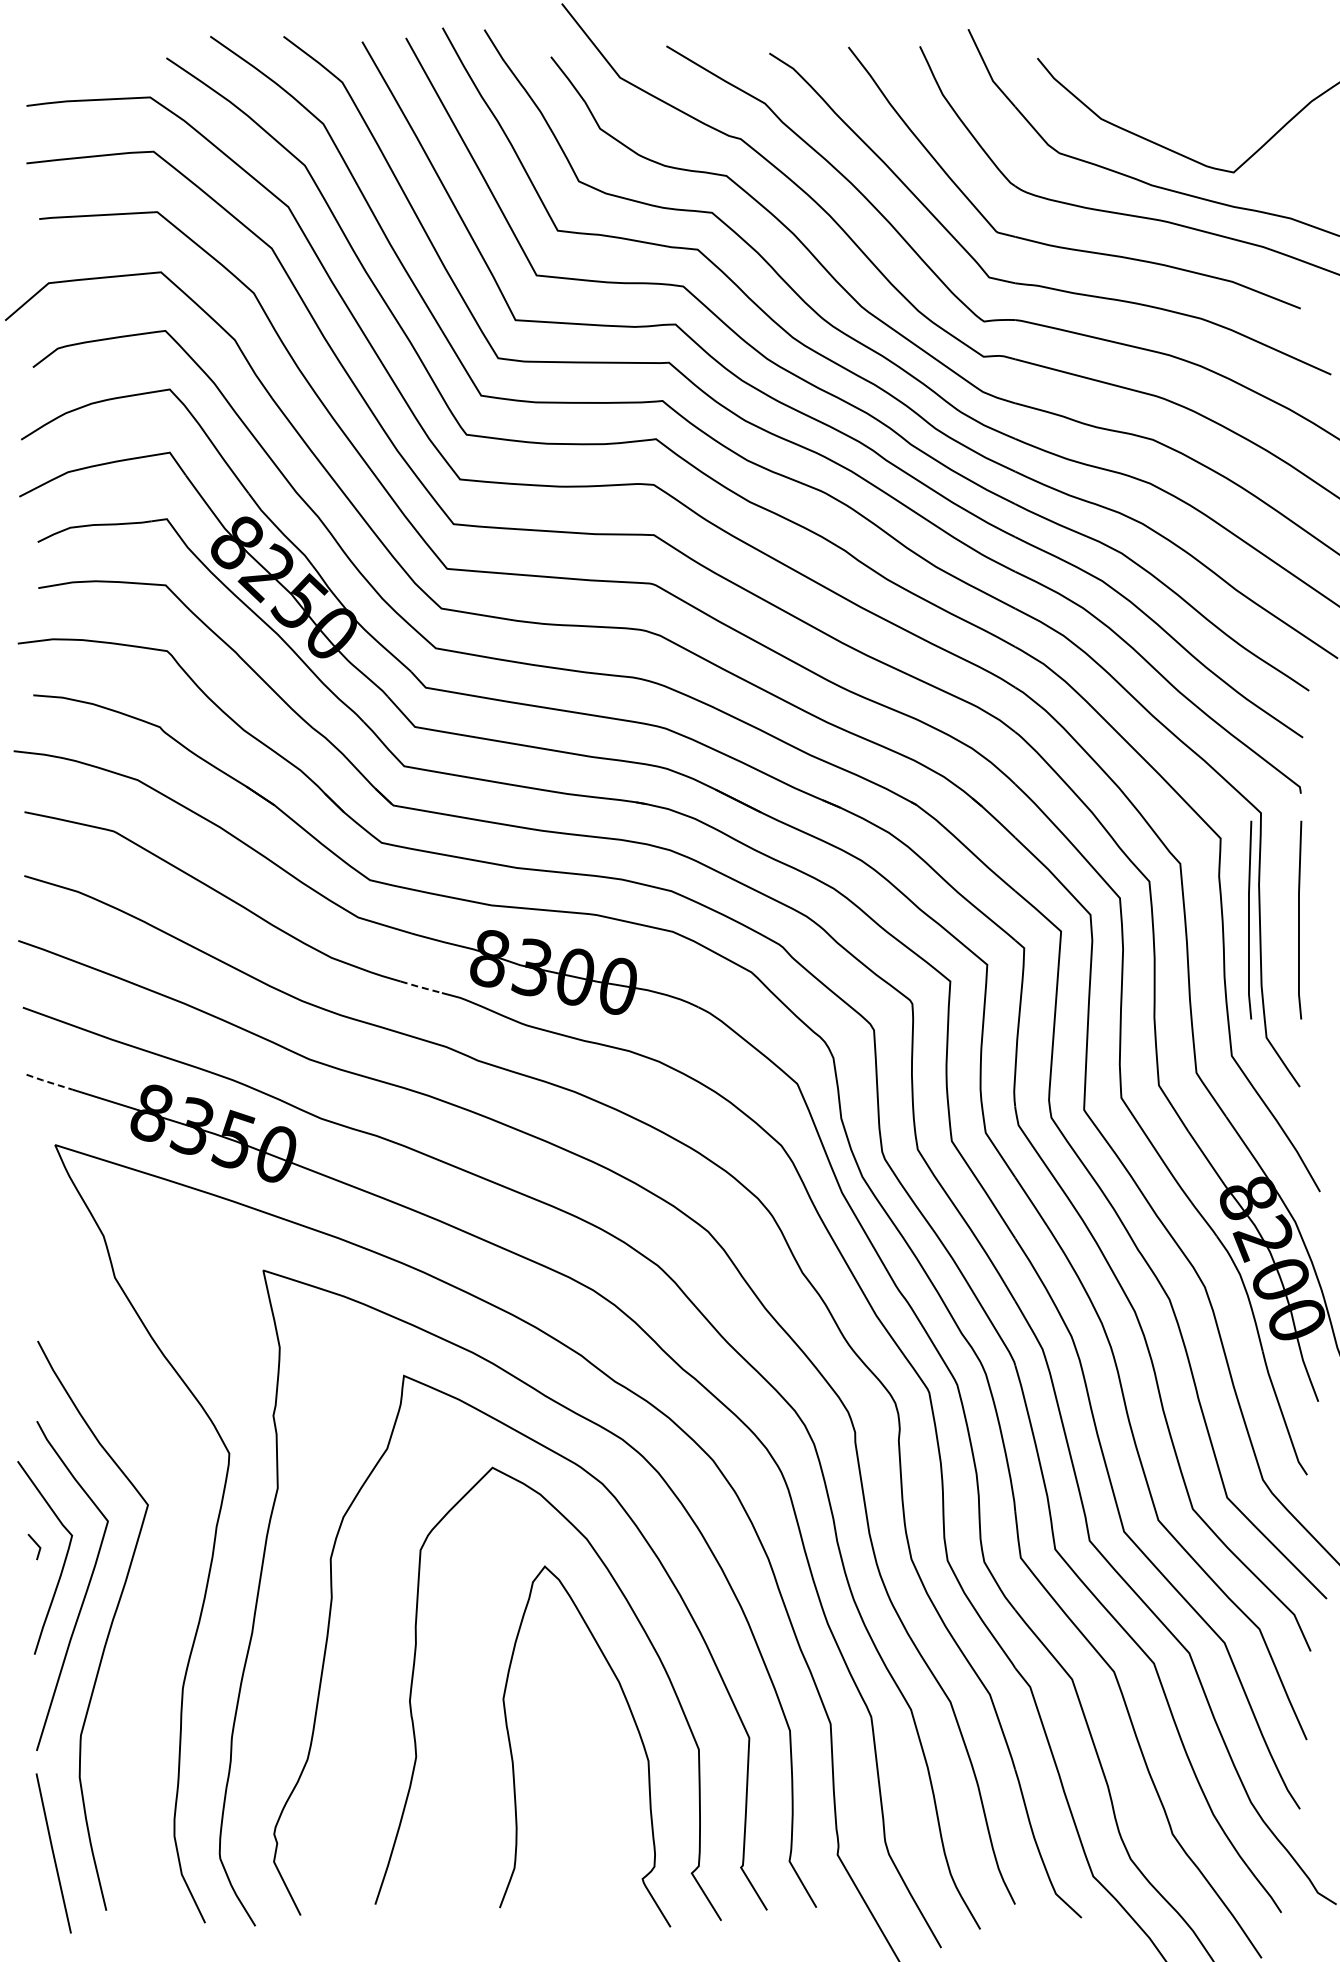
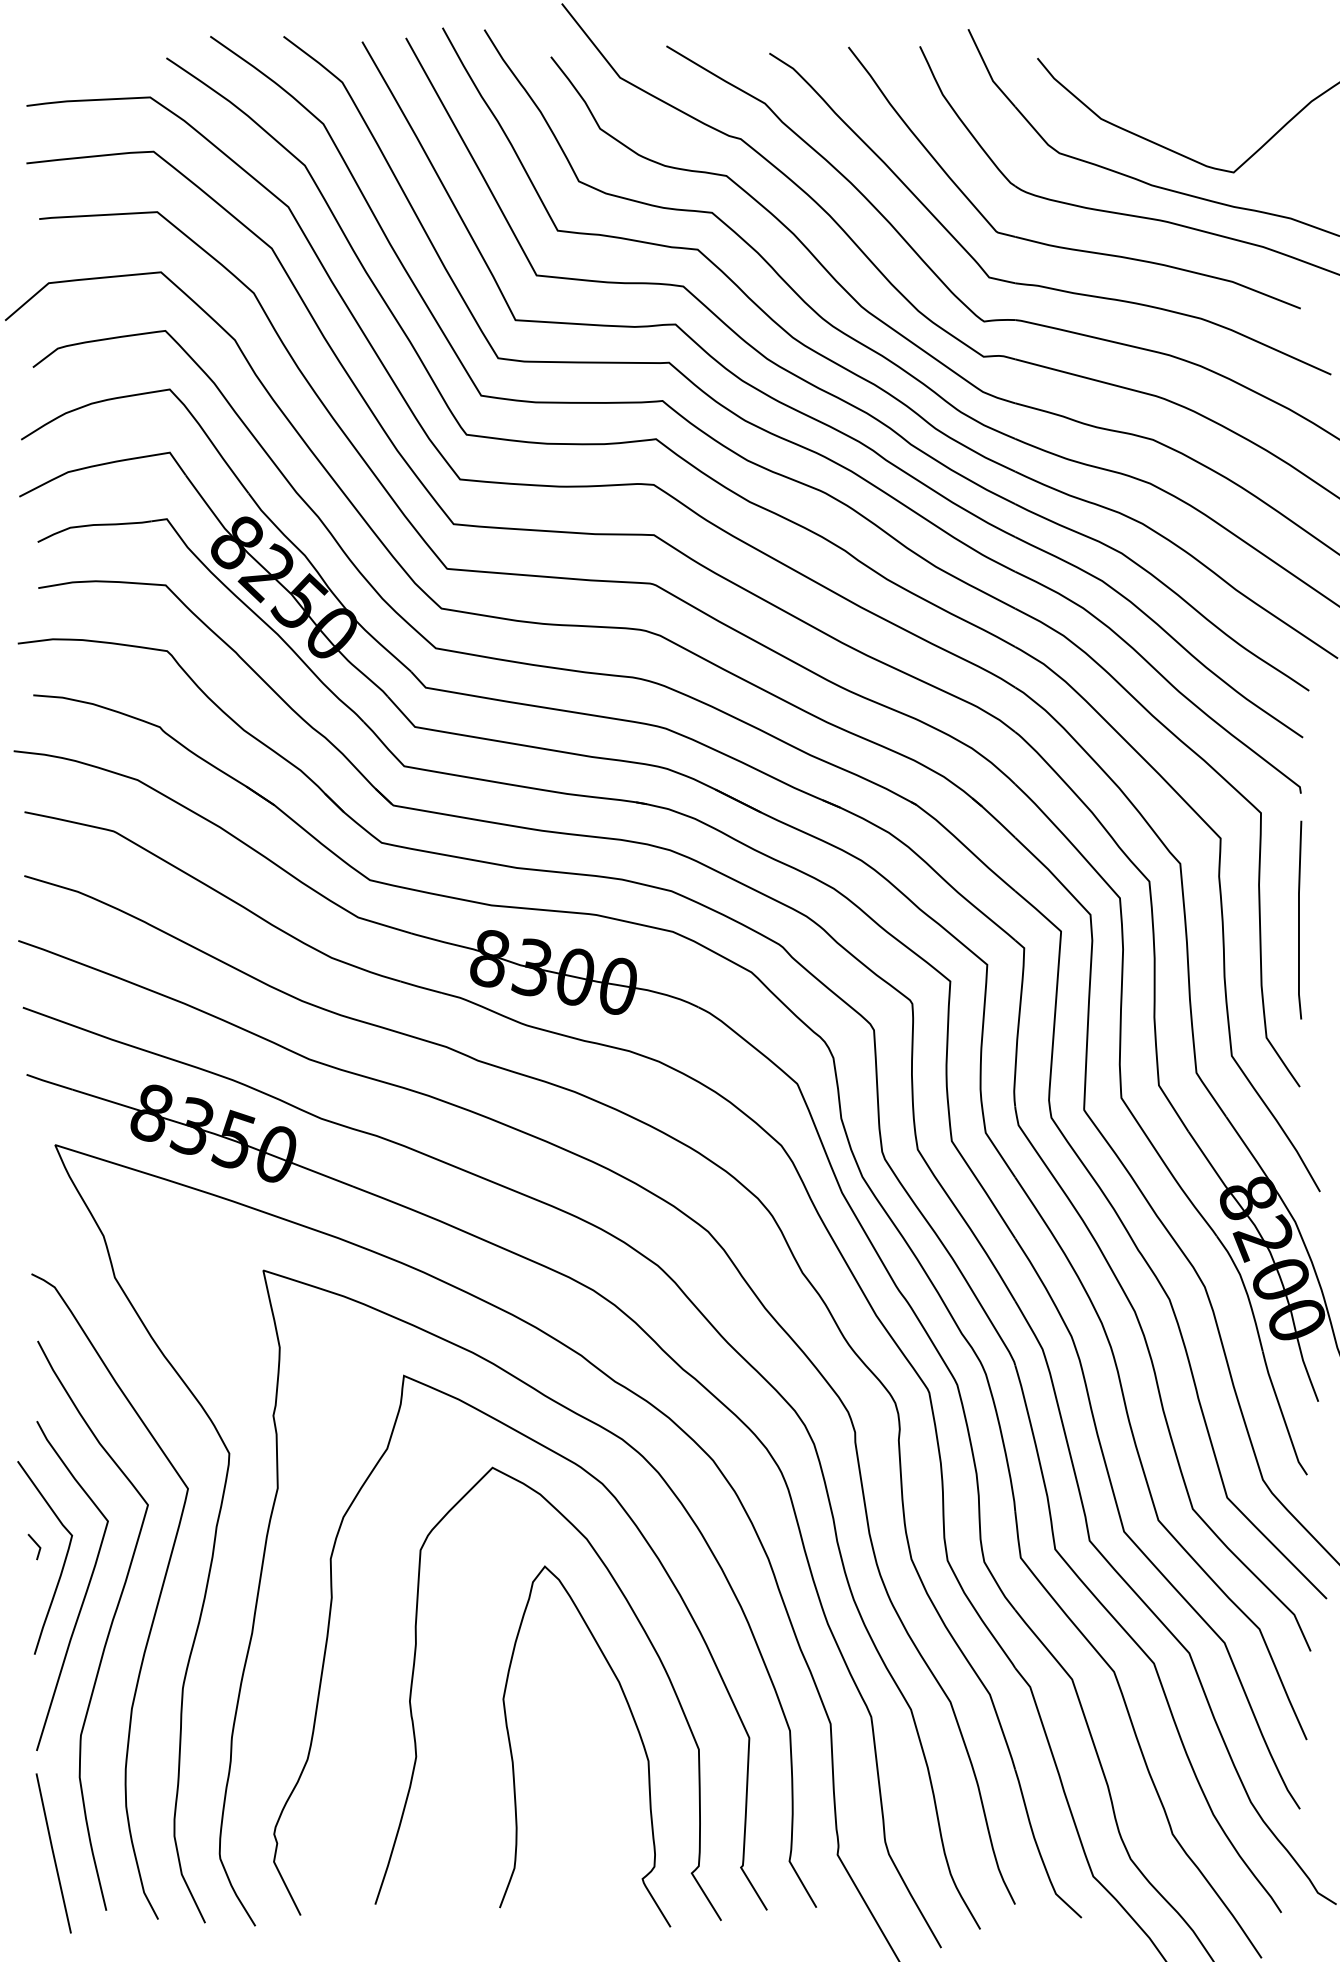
line at (1249, 919): present -> none
line at (420, 987): dashed -> solid
line at (49, 1082): dashed -> solid
curve at (154, 1611): none -> present
